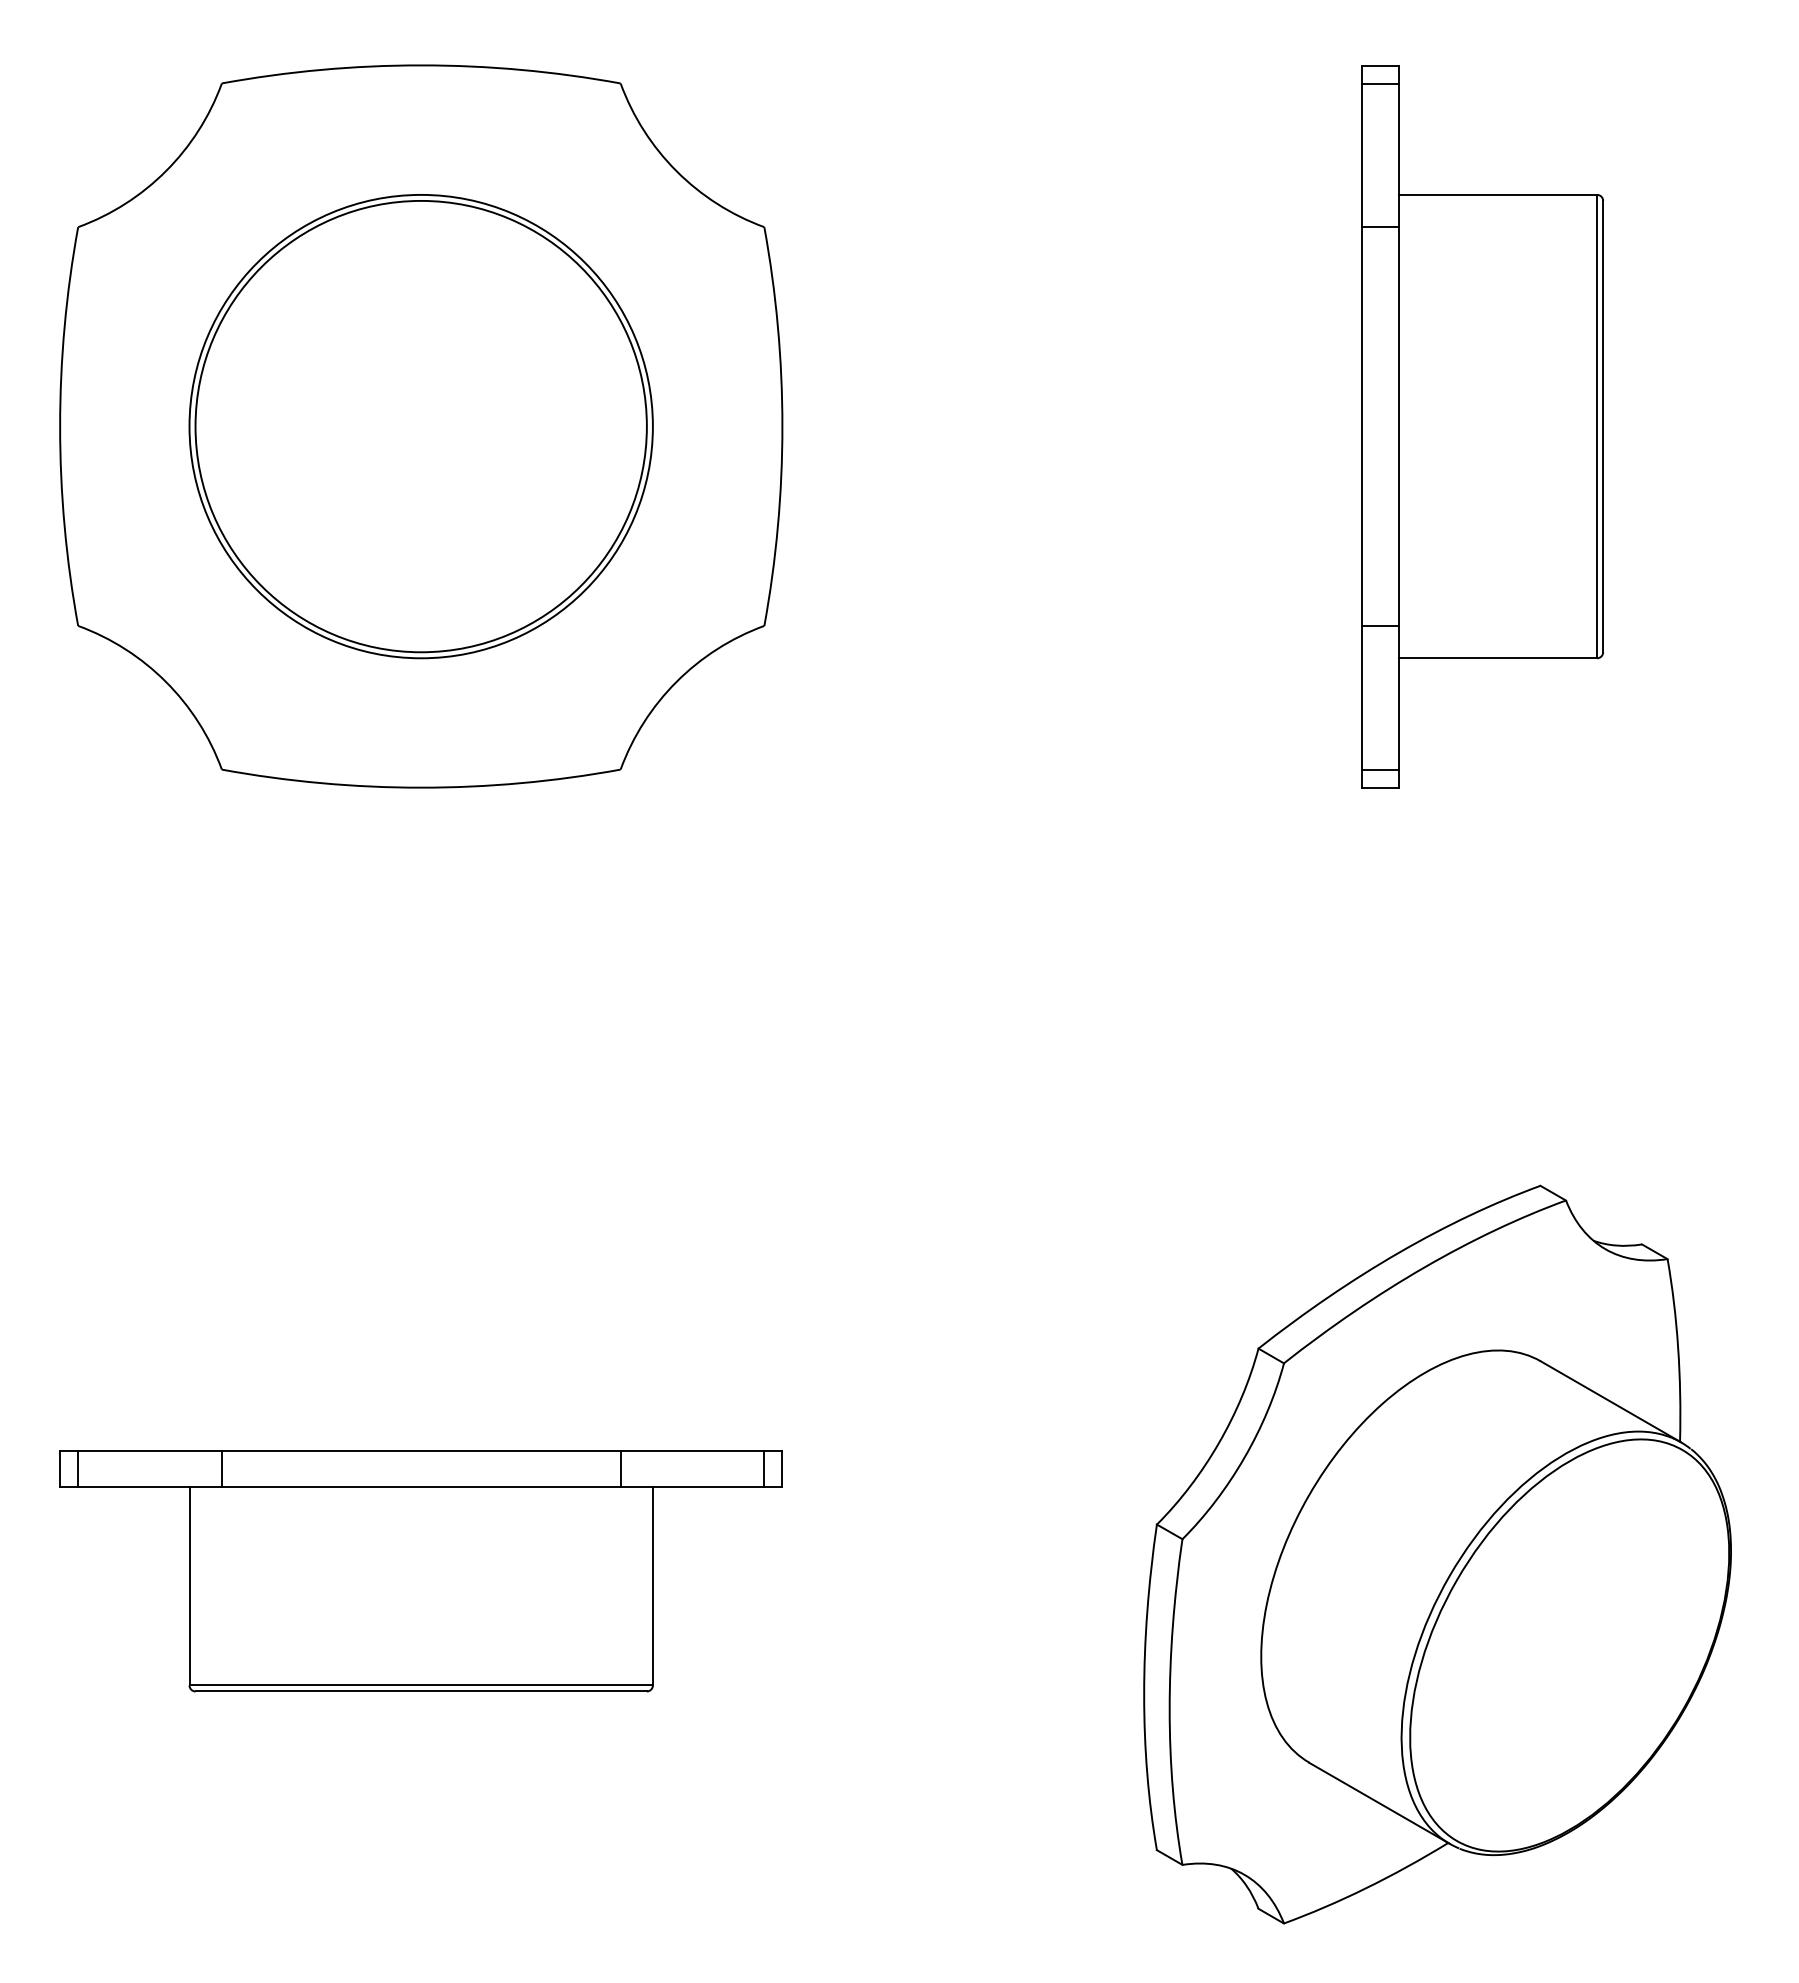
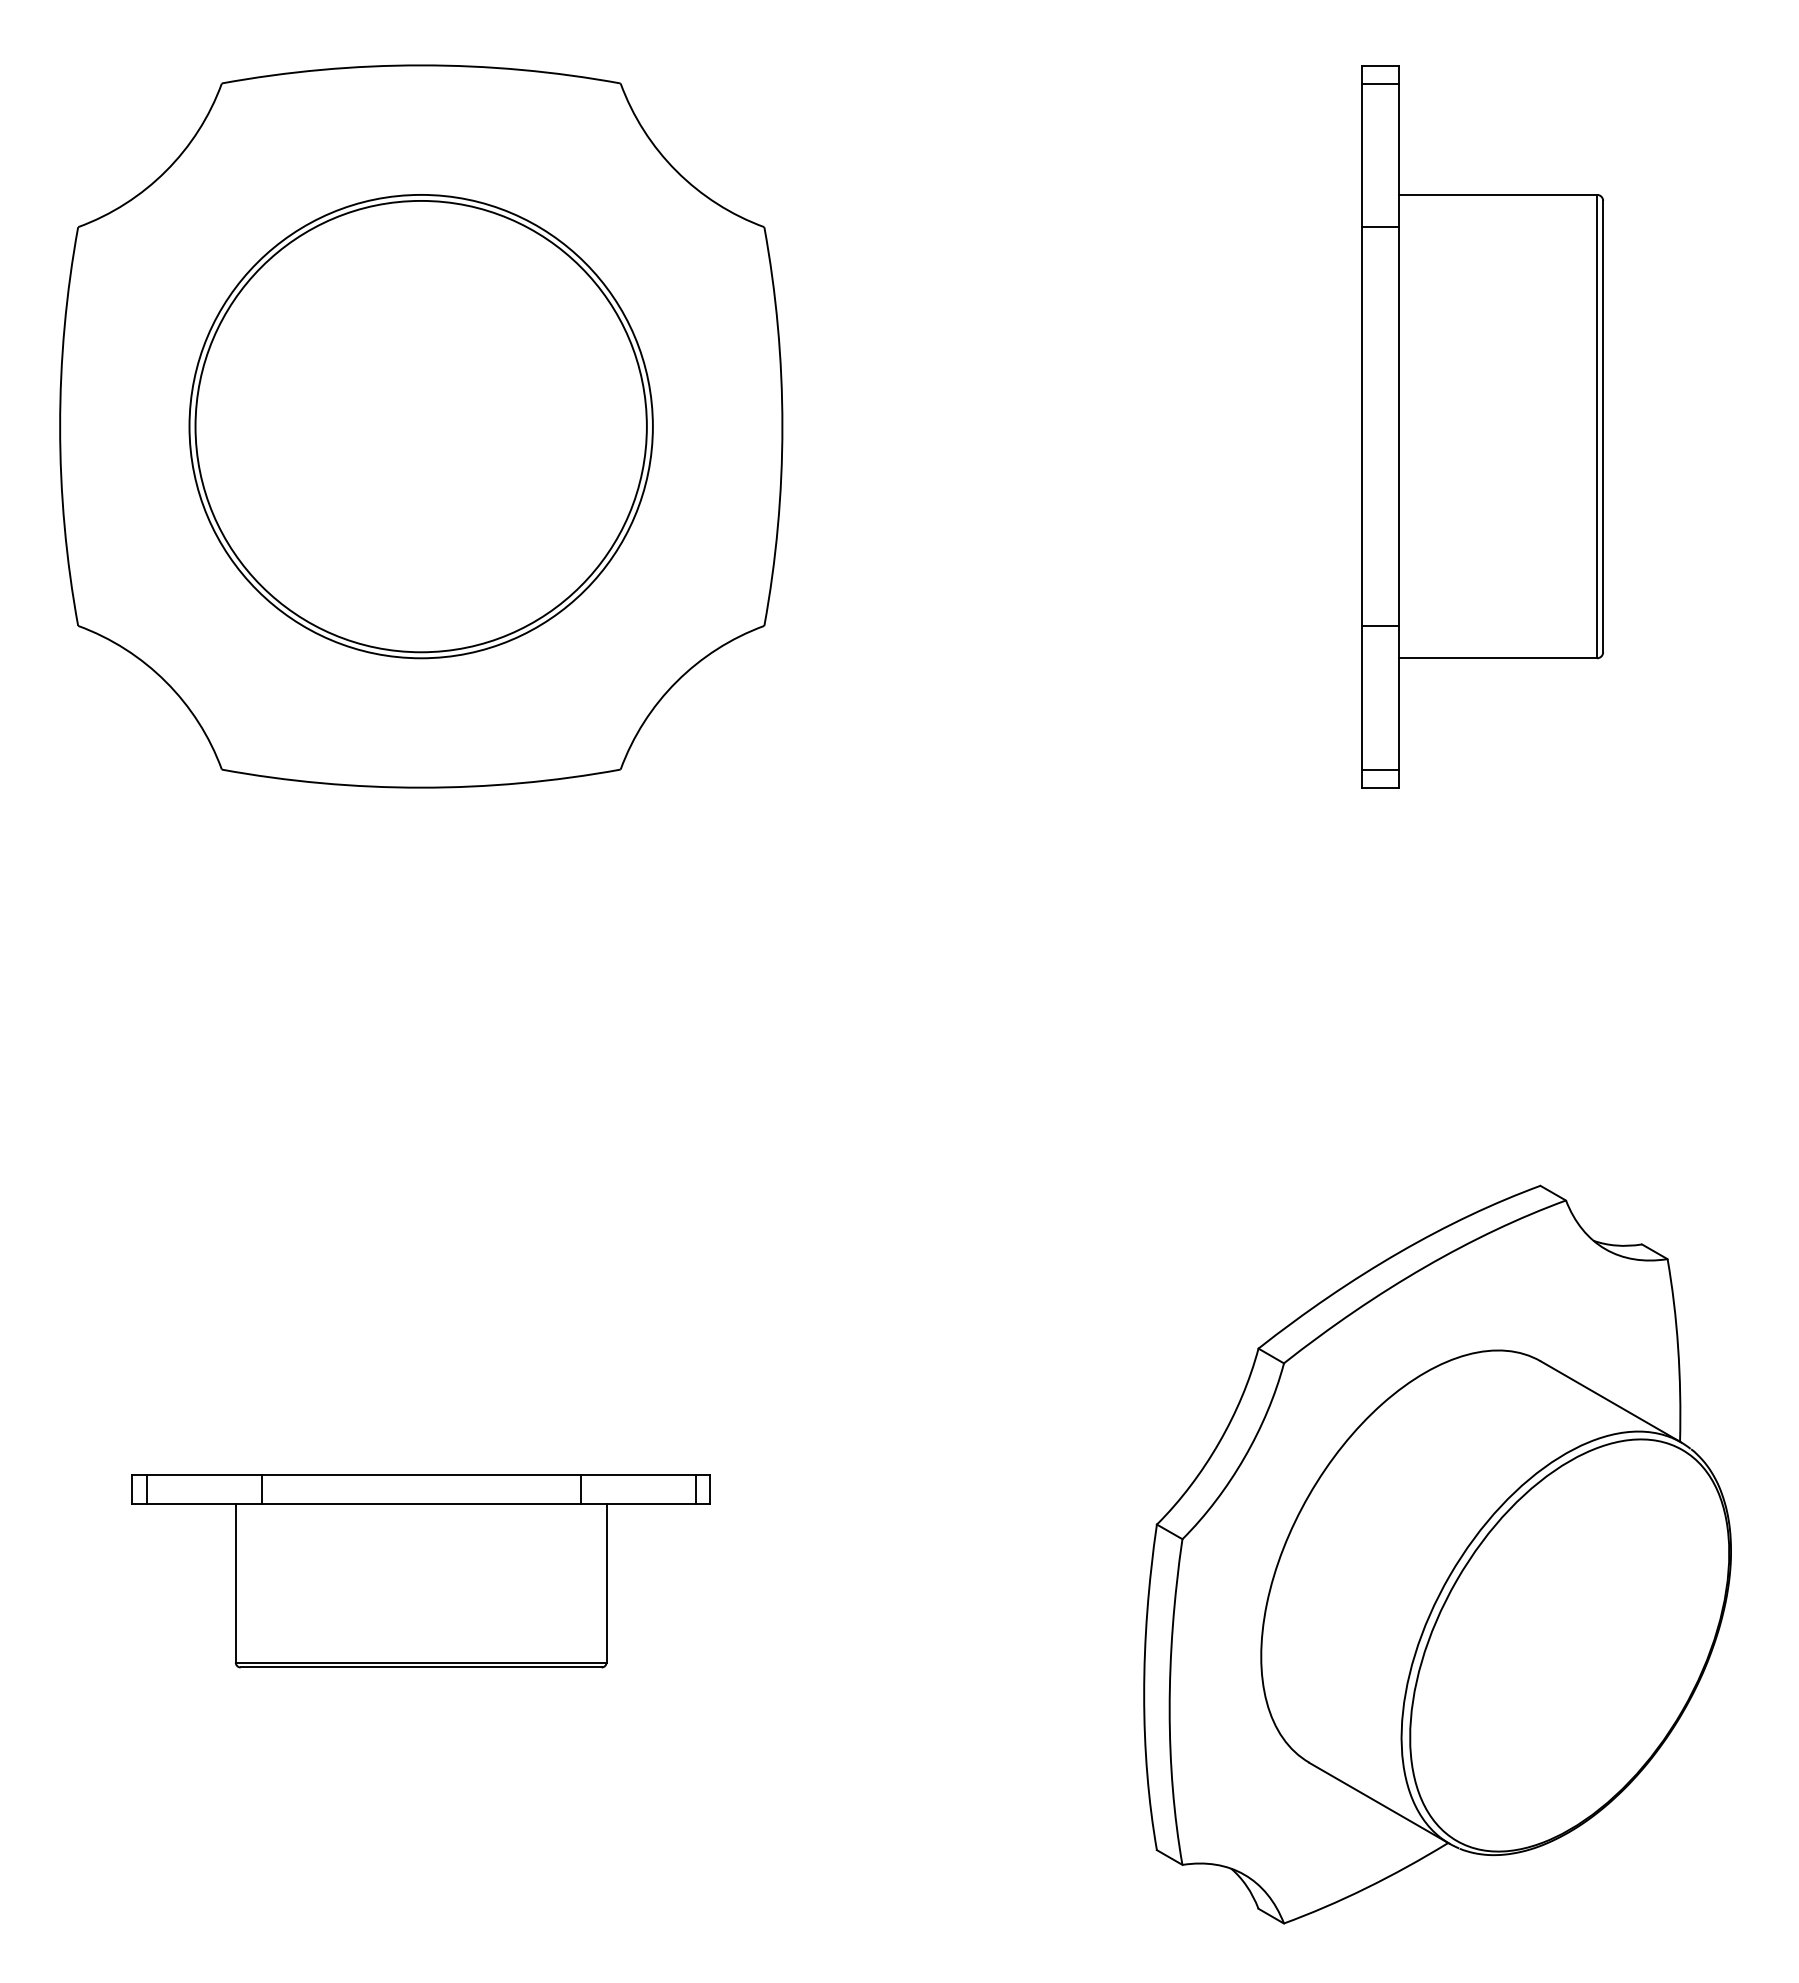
part at (420, 1571) size: 724x243 px -> 580x195 px
